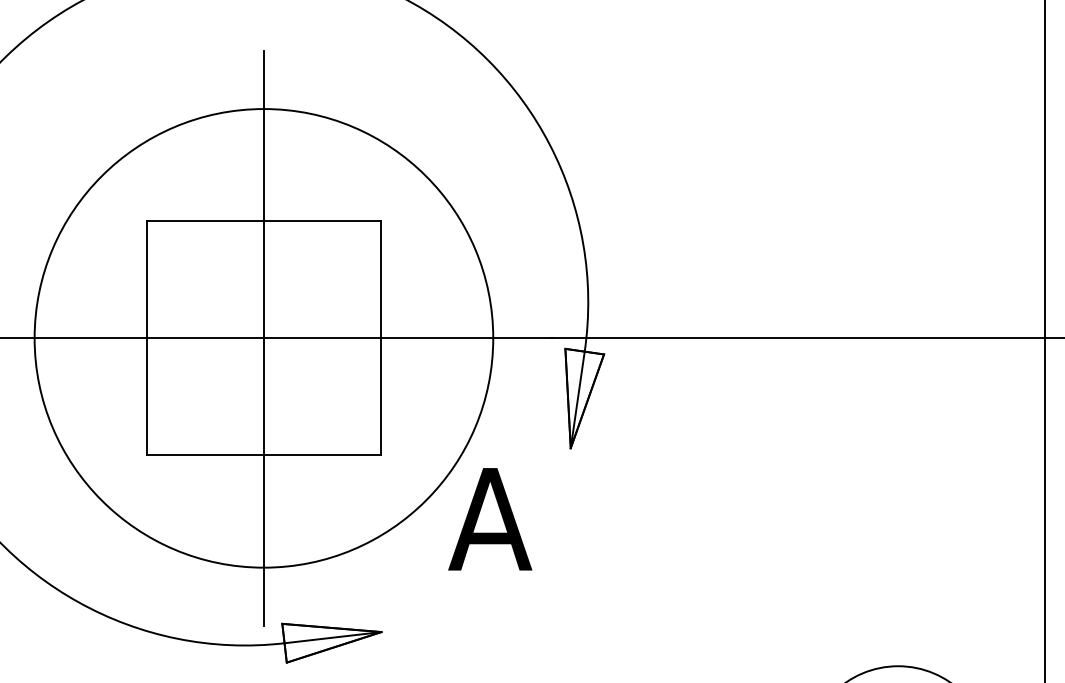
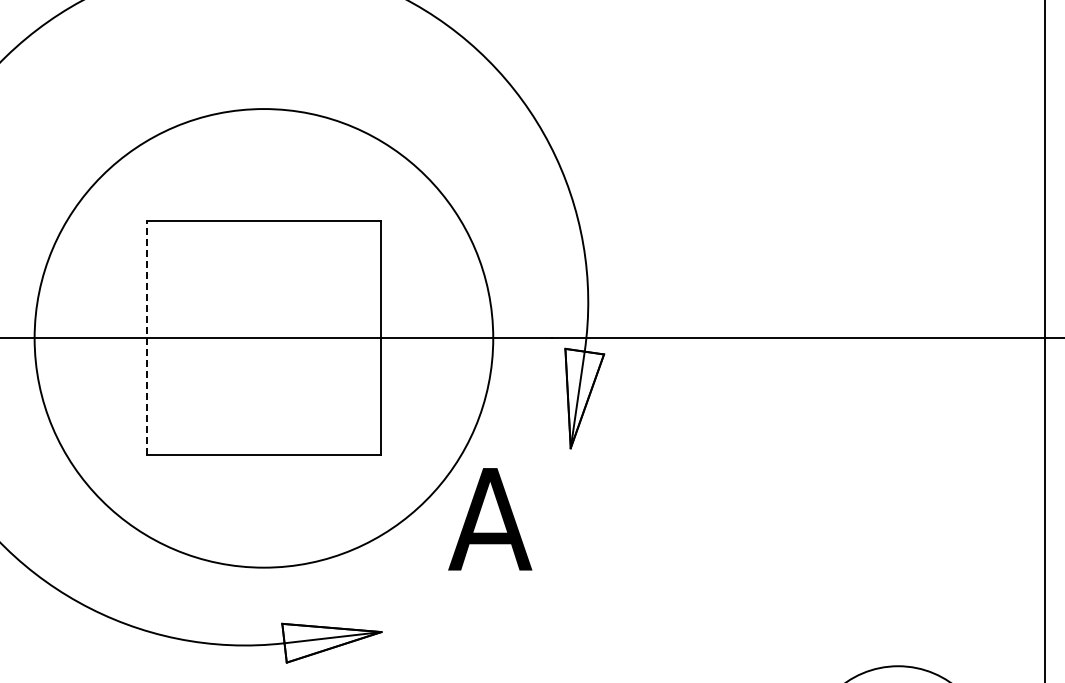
line at (146, 337): solid -> dashed
line at (263, 338): present -> none
